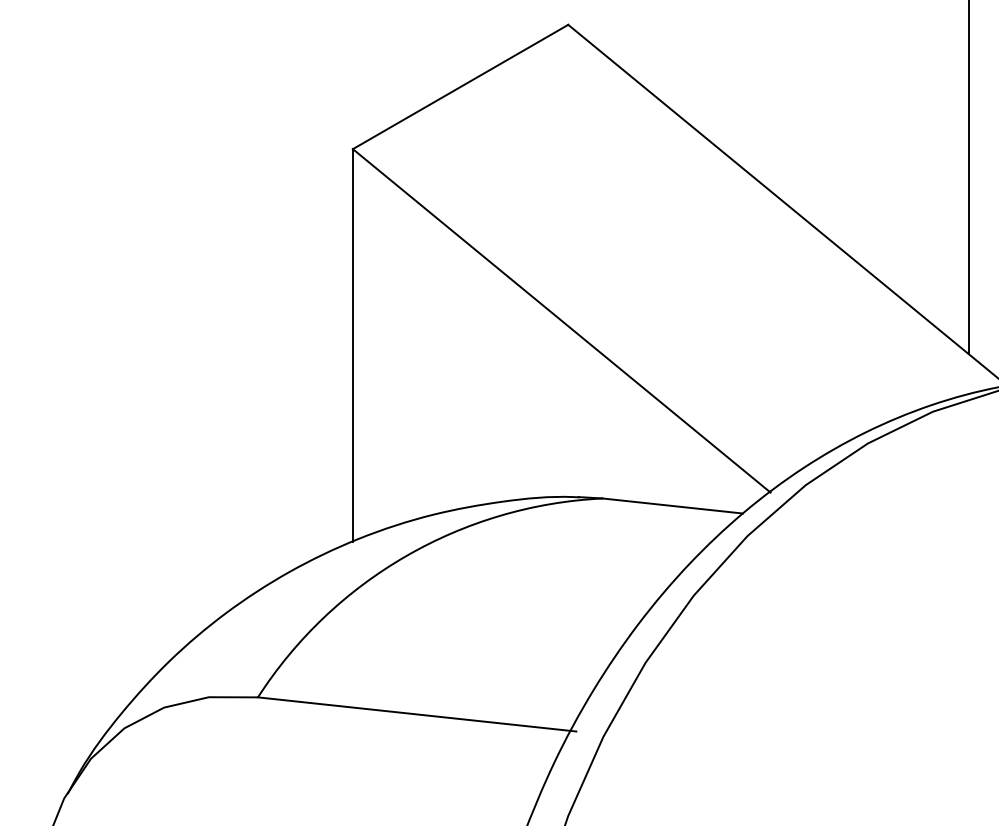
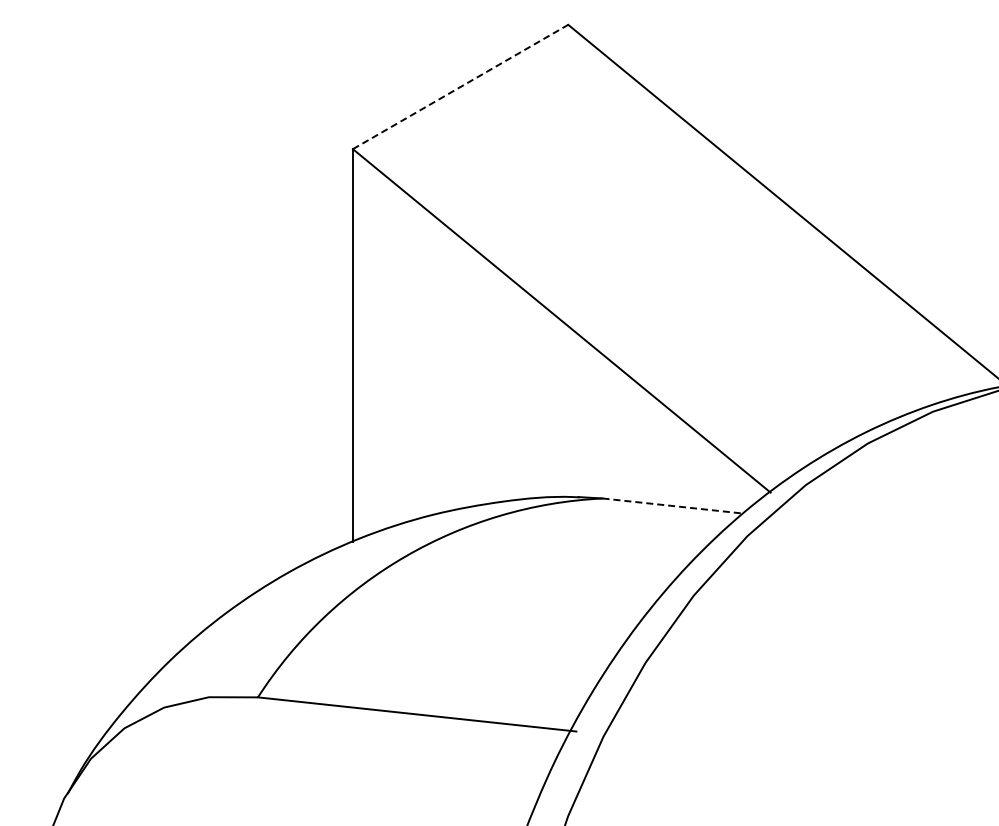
line at (461, 86): solid -> dashed
line at (969, 178): present -> none
line at (672, 506): solid -> dashed
